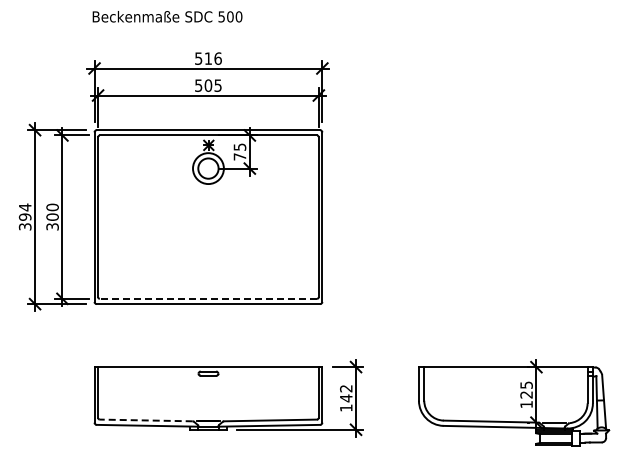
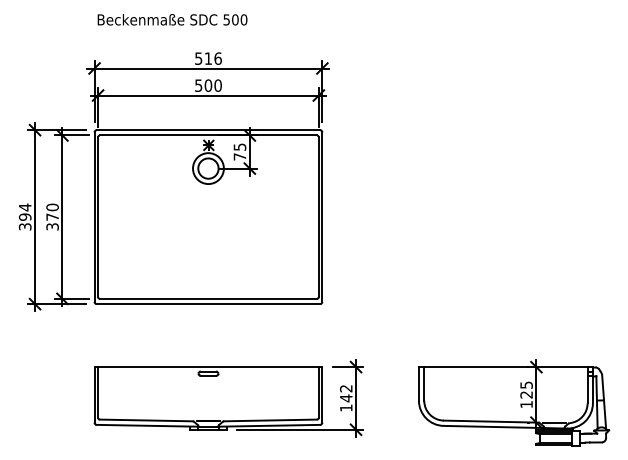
text at (167, 16) position: (167, 16) -> (172, 19)
text at (217, 85): 505 -> 500
text at (52, 216): 300 -> 370
line at (208, 298): dashed -> solid
line at (145, 420): dashed -> solid
